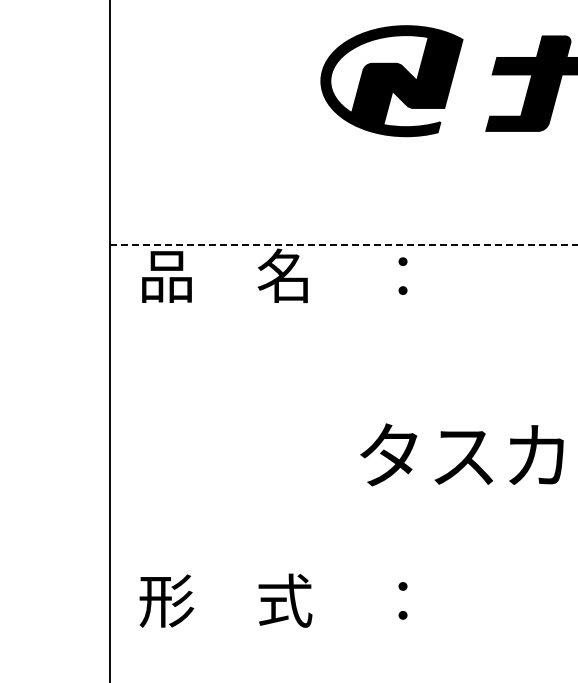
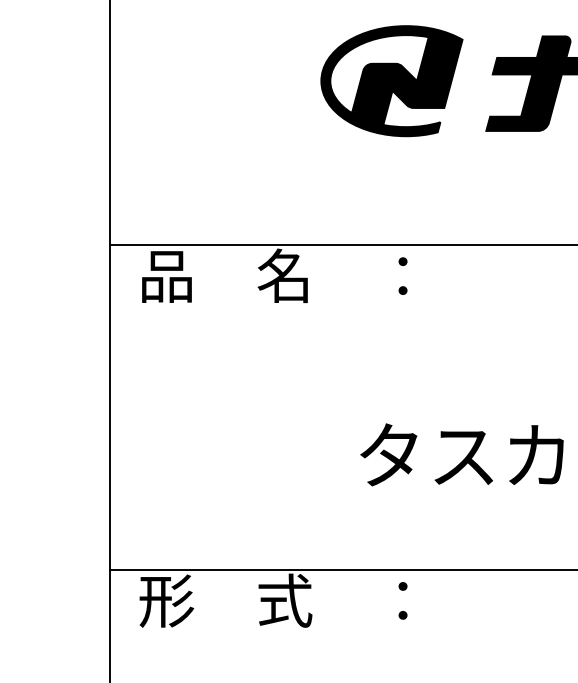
line at (343, 244): dashed -> solid
line at (341, 569): none -> present
